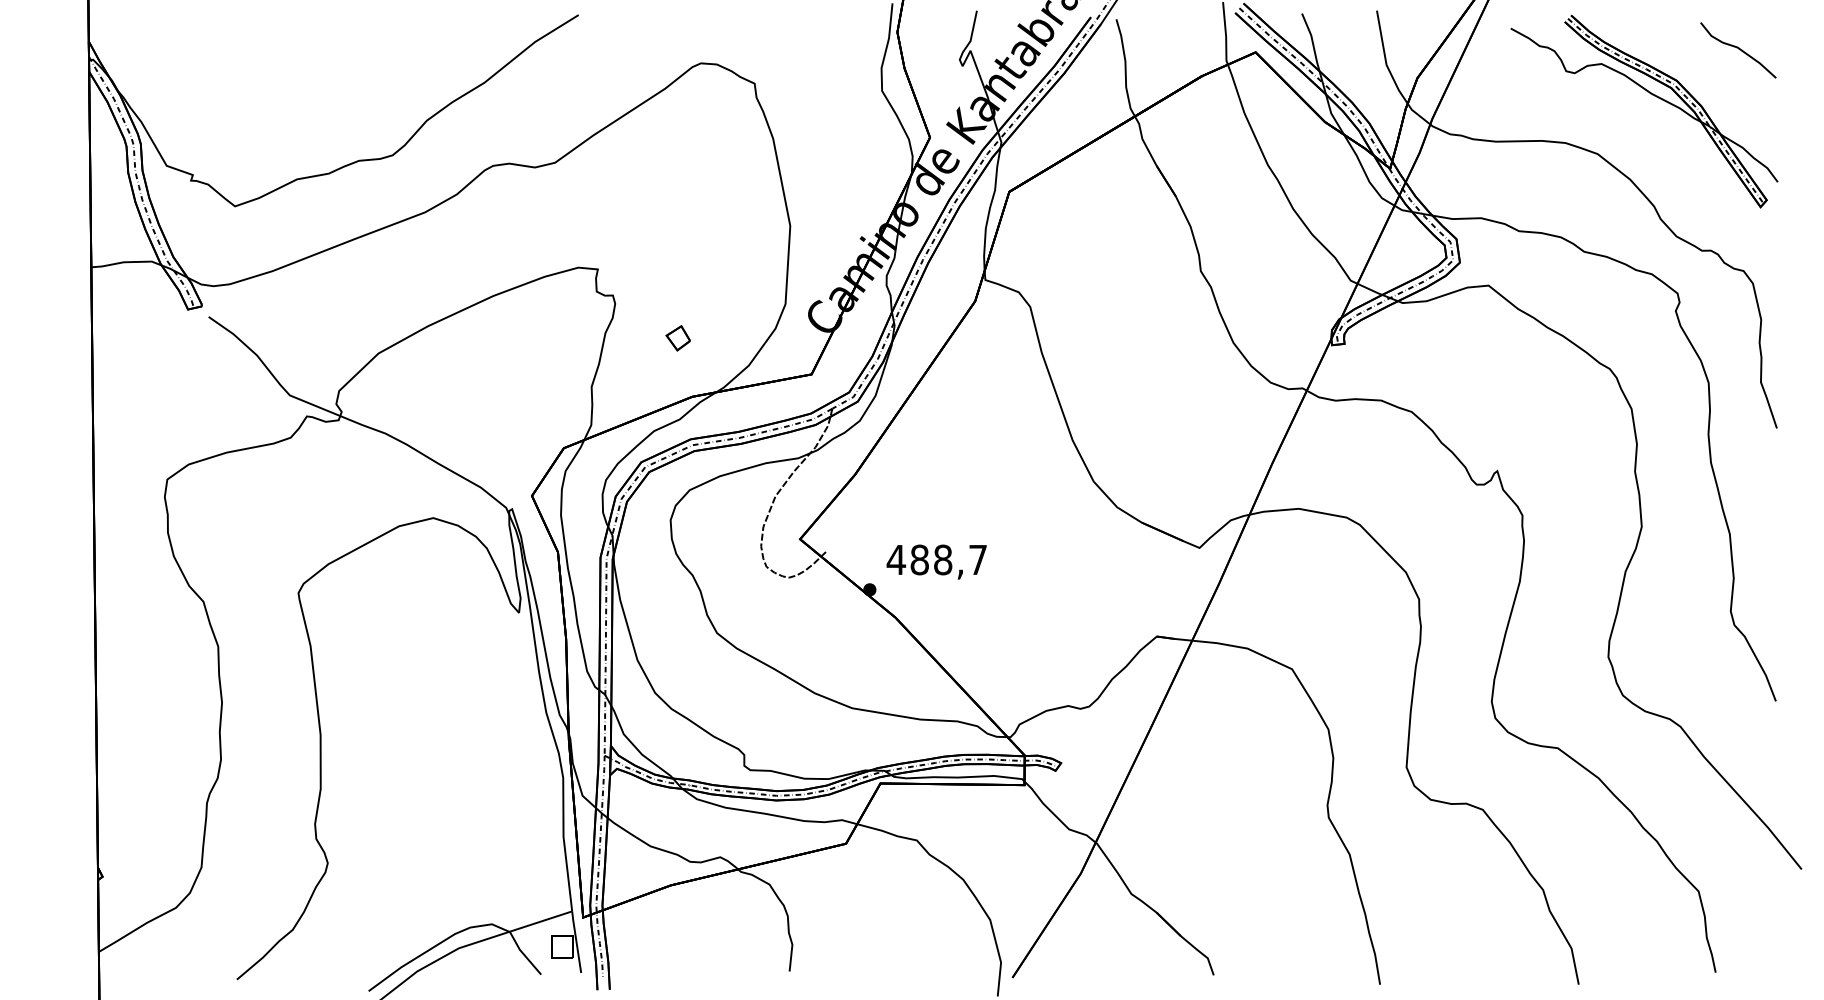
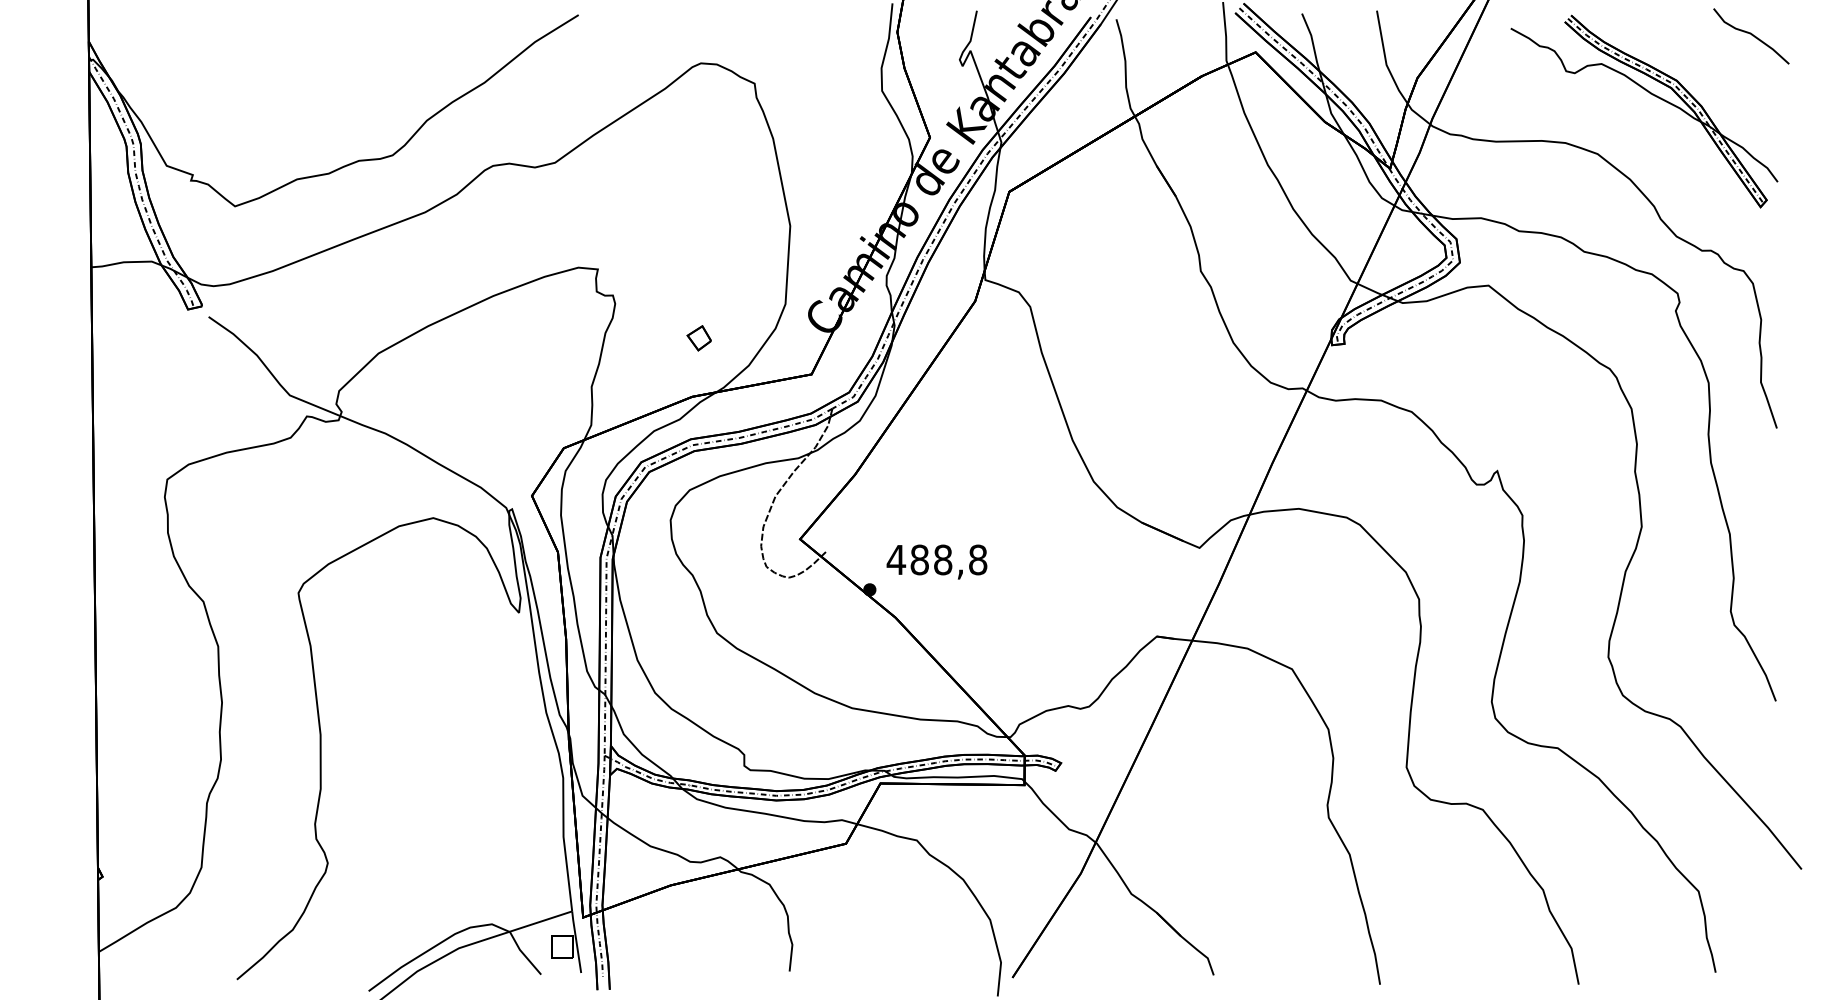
curve at (1738, 49) position: (1738, 49) -> (1751, 35)
part at (677, 338) position: (677, 338) -> (698, 338)
text at (978, 559): 488,7 -> 488,8
